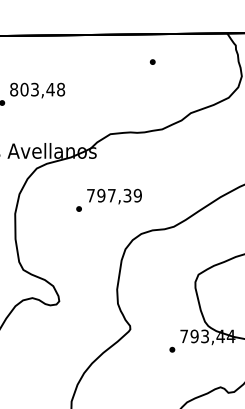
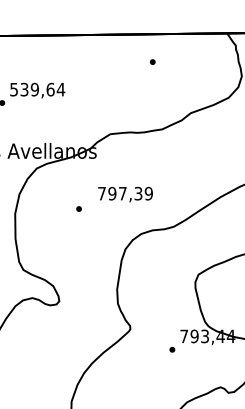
text at (37, 89): 803,48 -> 539,64
text at (114, 196) position: (114, 196) -> (125, 194)
